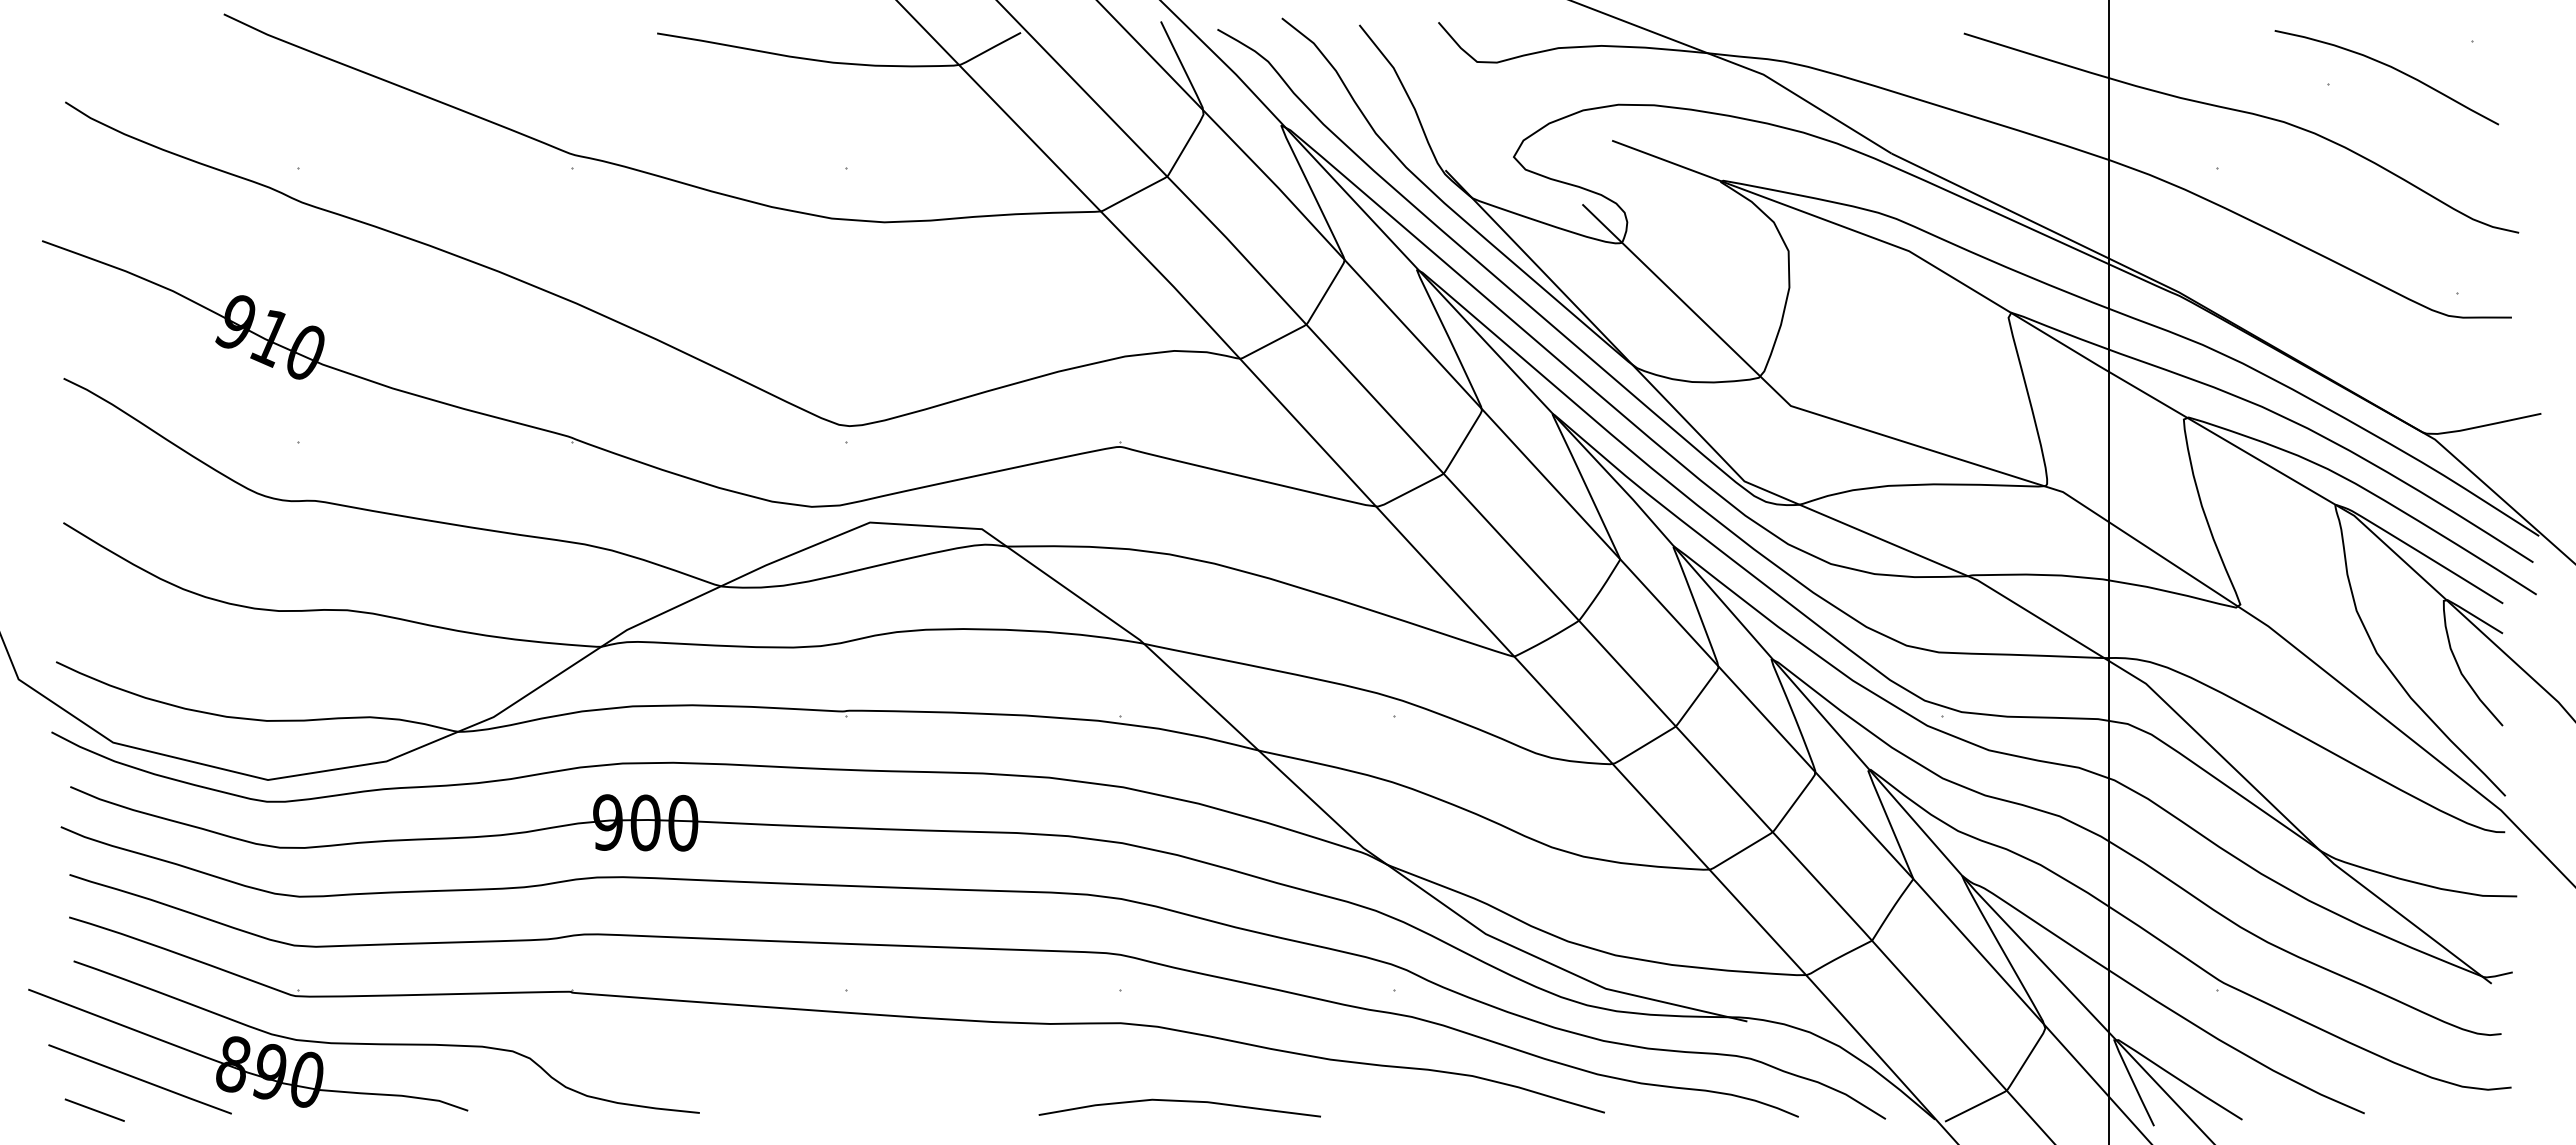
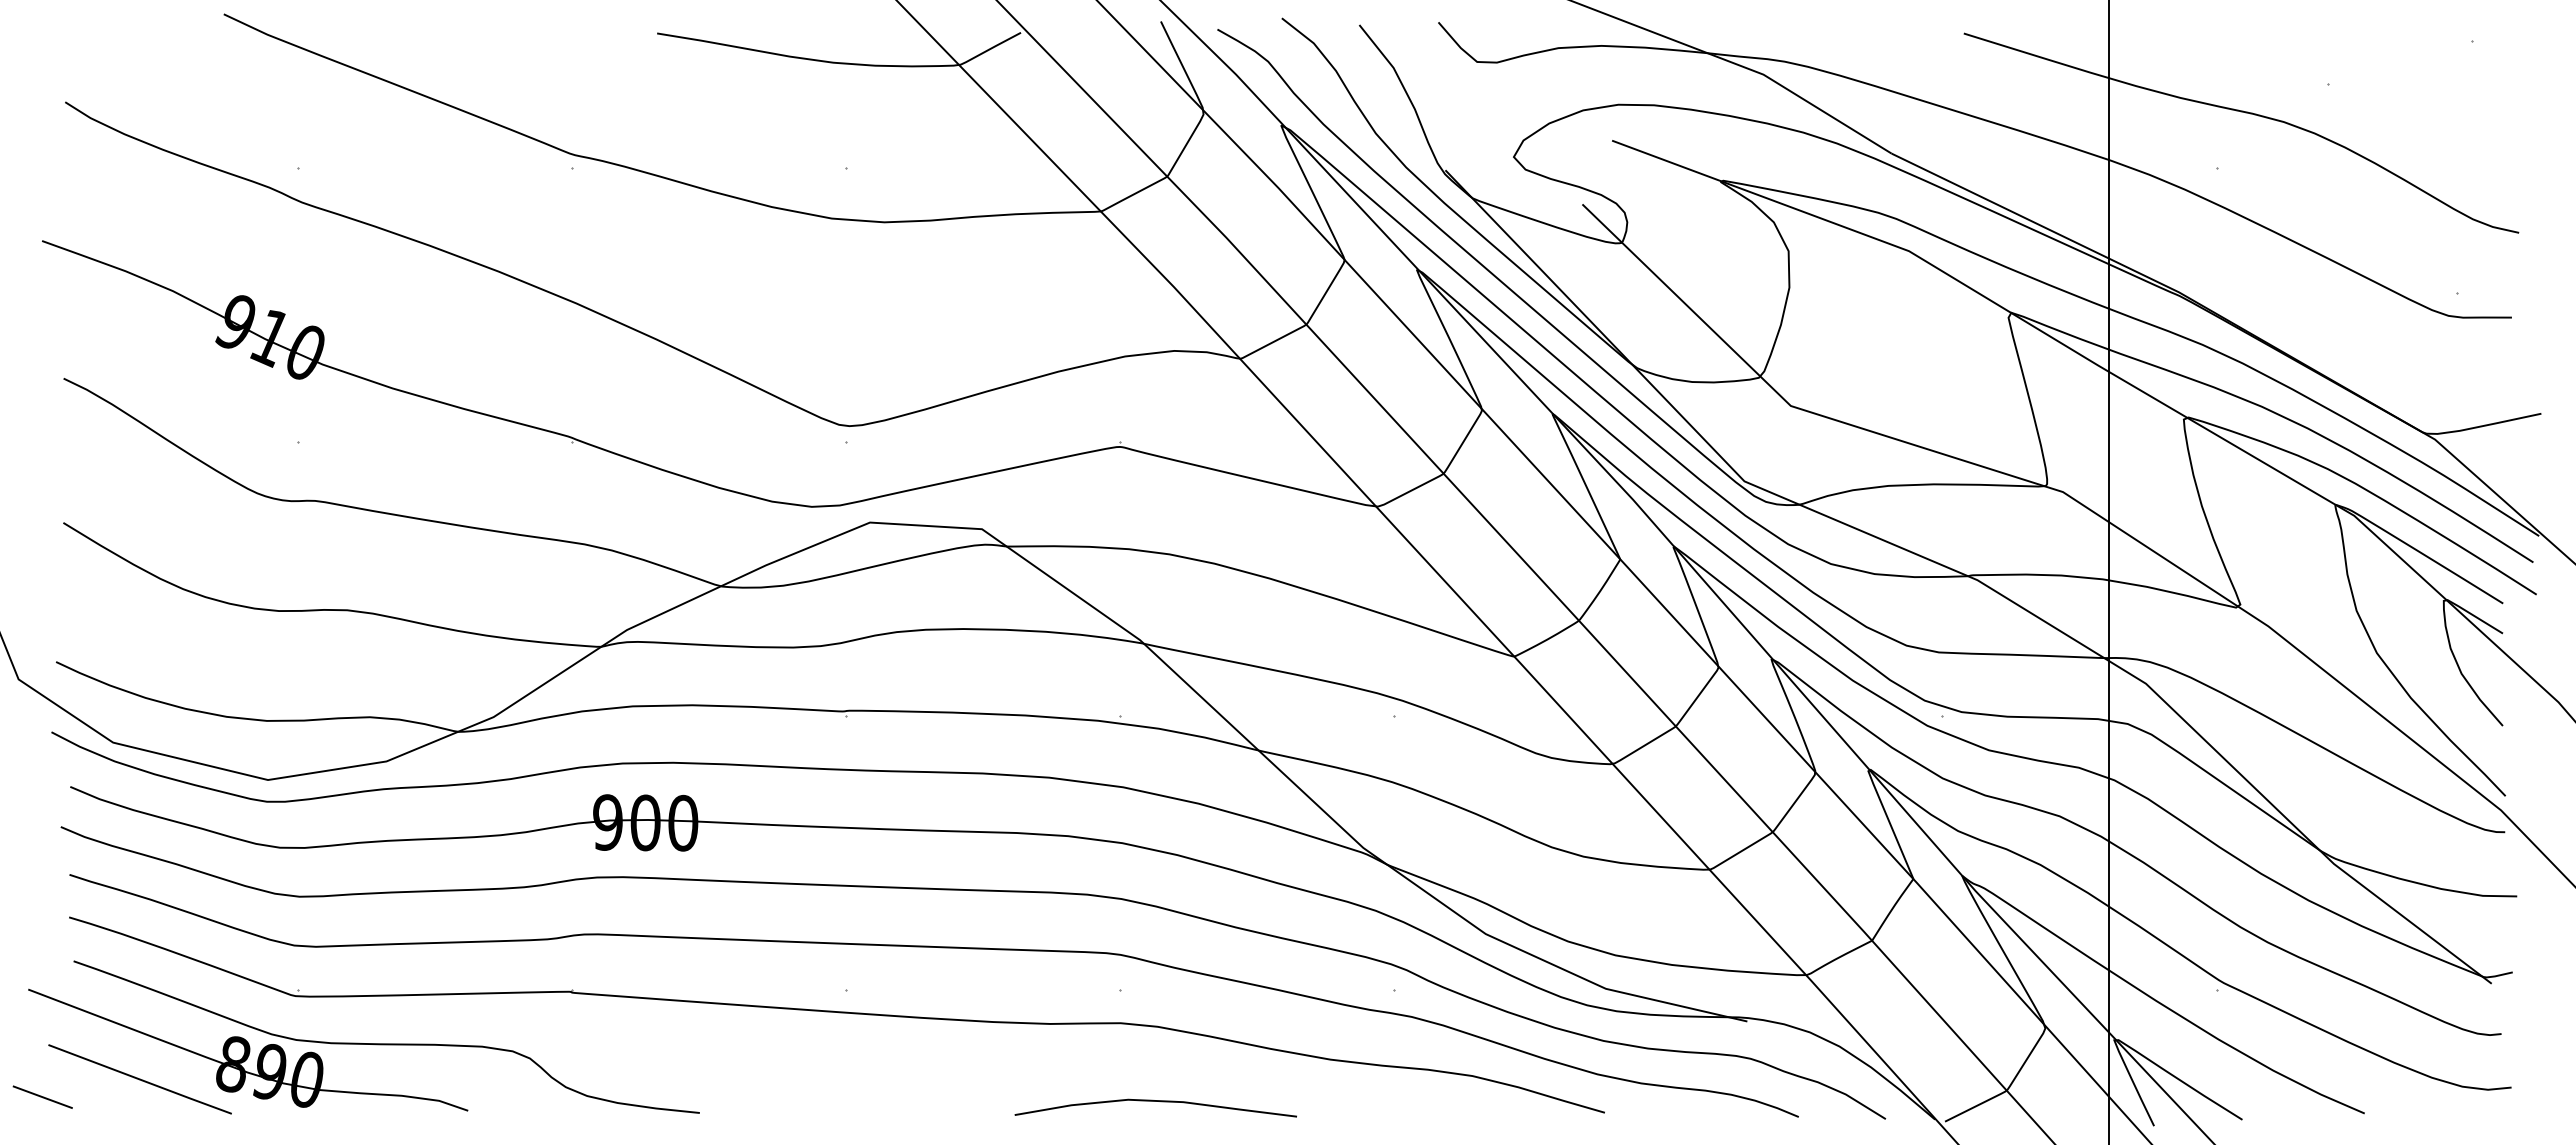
curve at (2391, 68): present -> none
curve at (1179, 1101) position: (1179, 1101) -> (1155, 1101)
line at (94, 1109) position: (94, 1109) -> (42, 1096)
